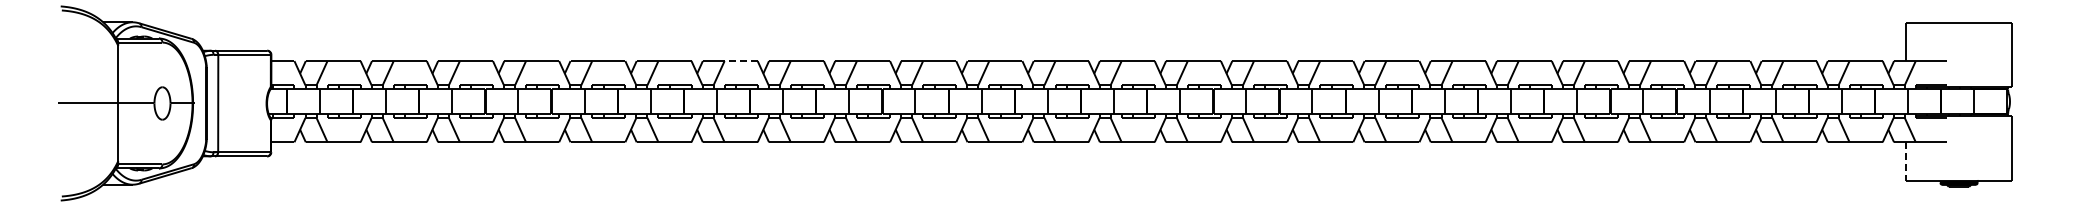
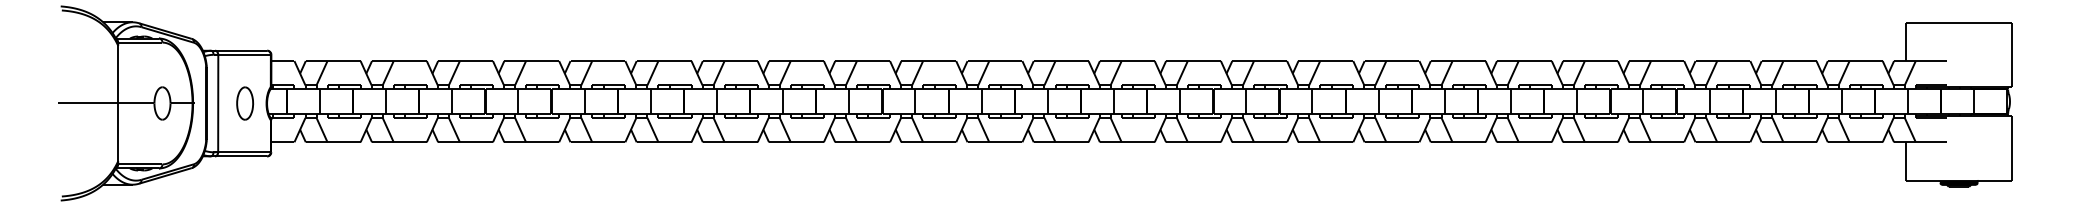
line at (741, 61): dashed -> solid
part at (245, 103): none -> present
line at (1906, 162): dashed -> solid
